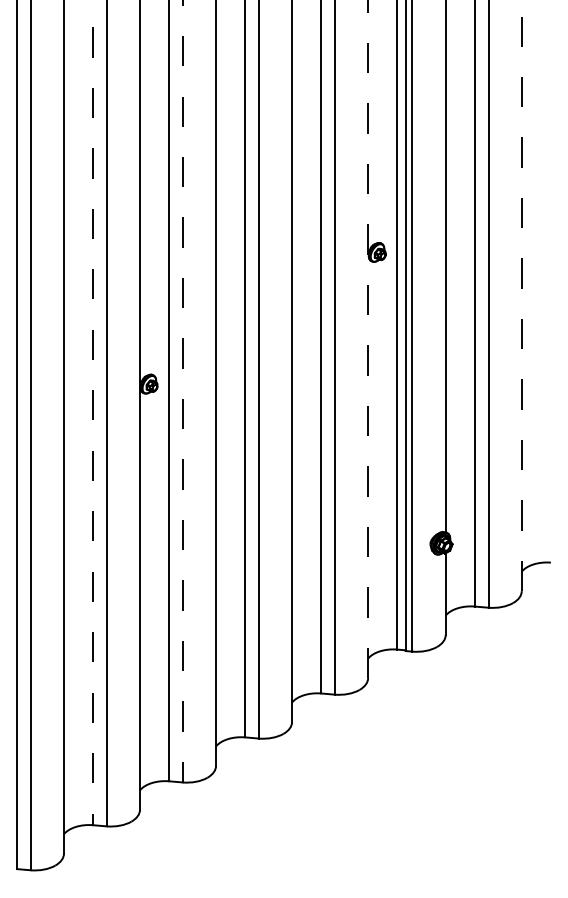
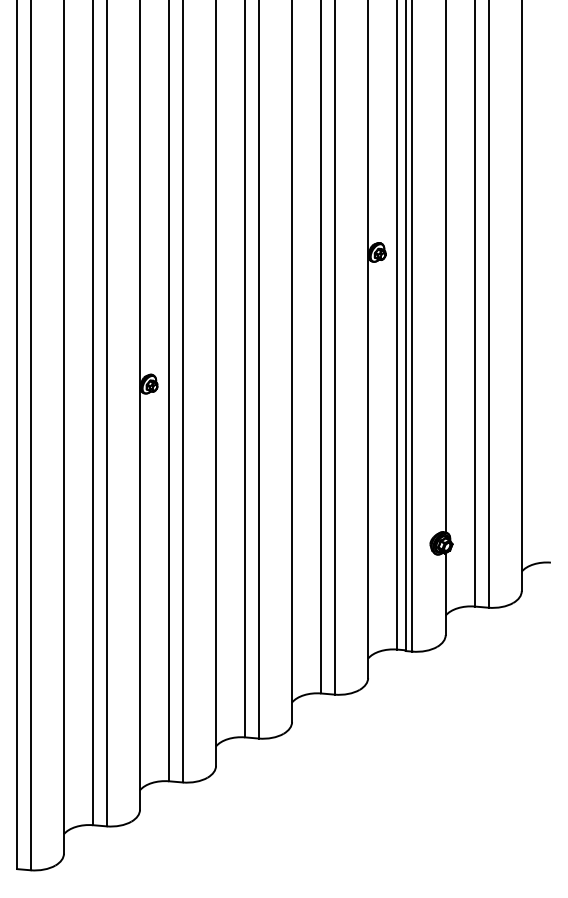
line at (521, 295): dashed -> solid
line at (368, 339): dashed -> solid
line at (182, 391): dashed -> solid
line at (93, 413): dashed -> solid
